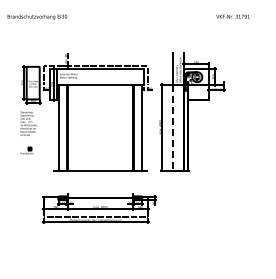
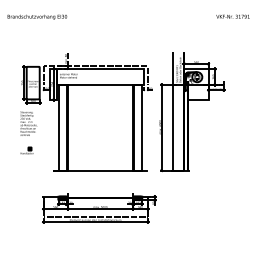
line at (173, 127): dashed -> solid
